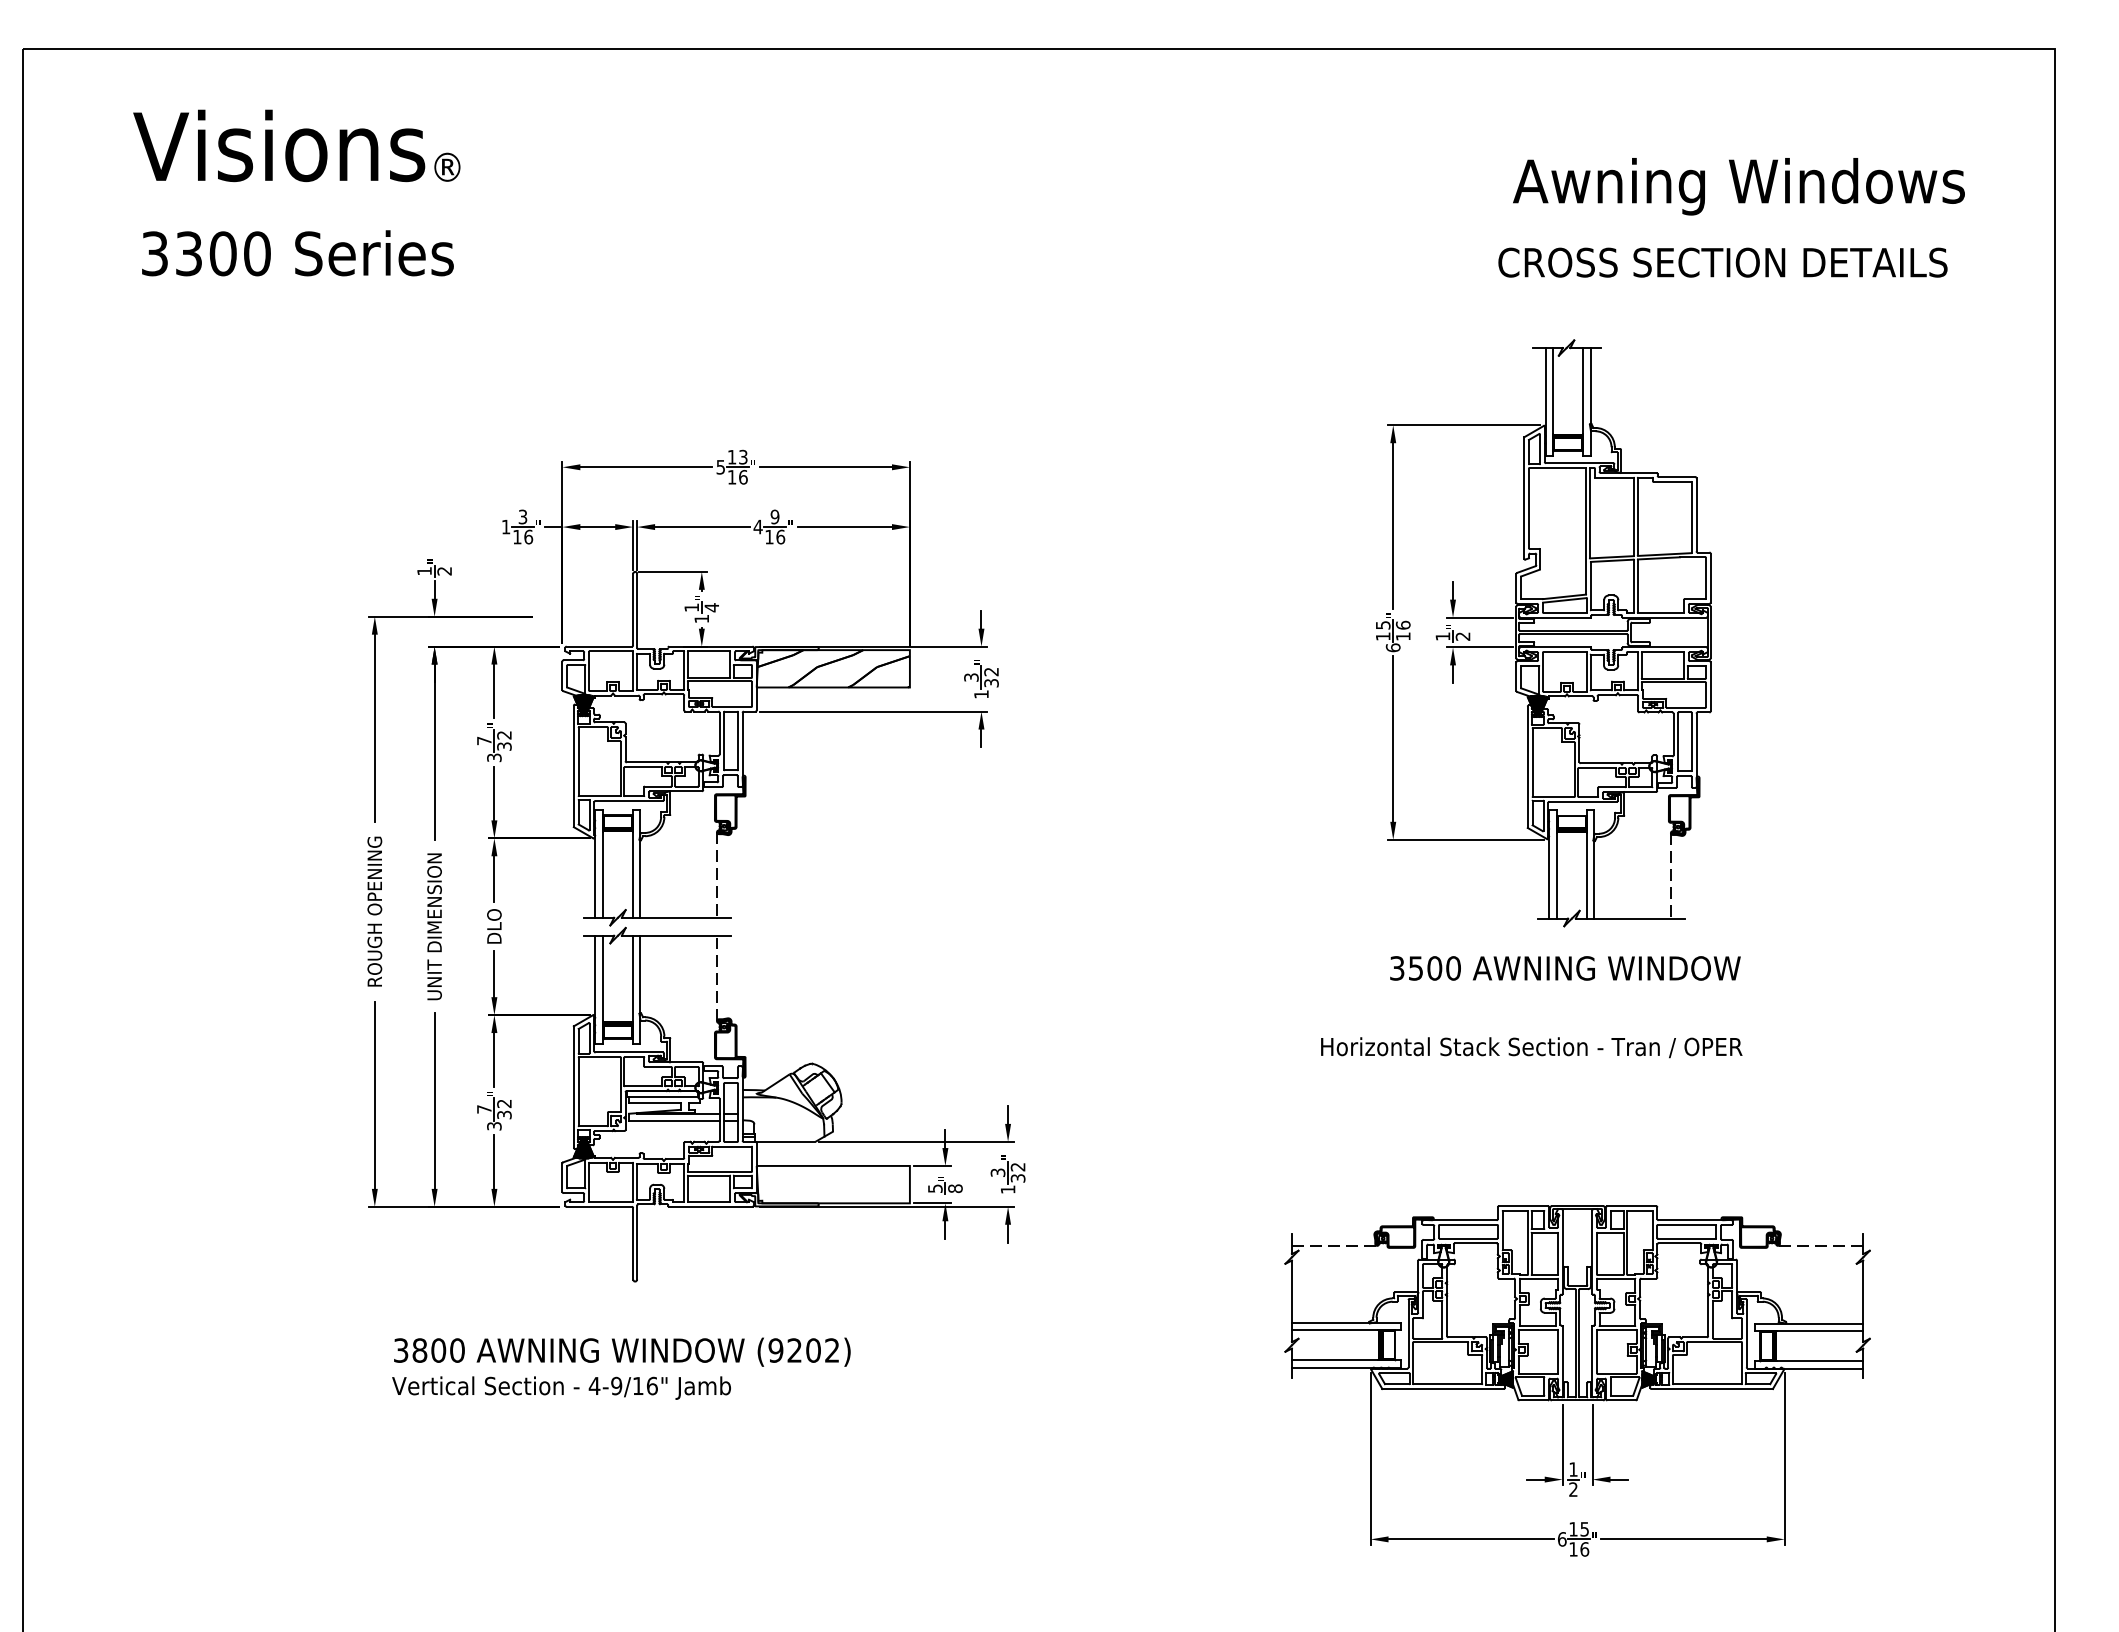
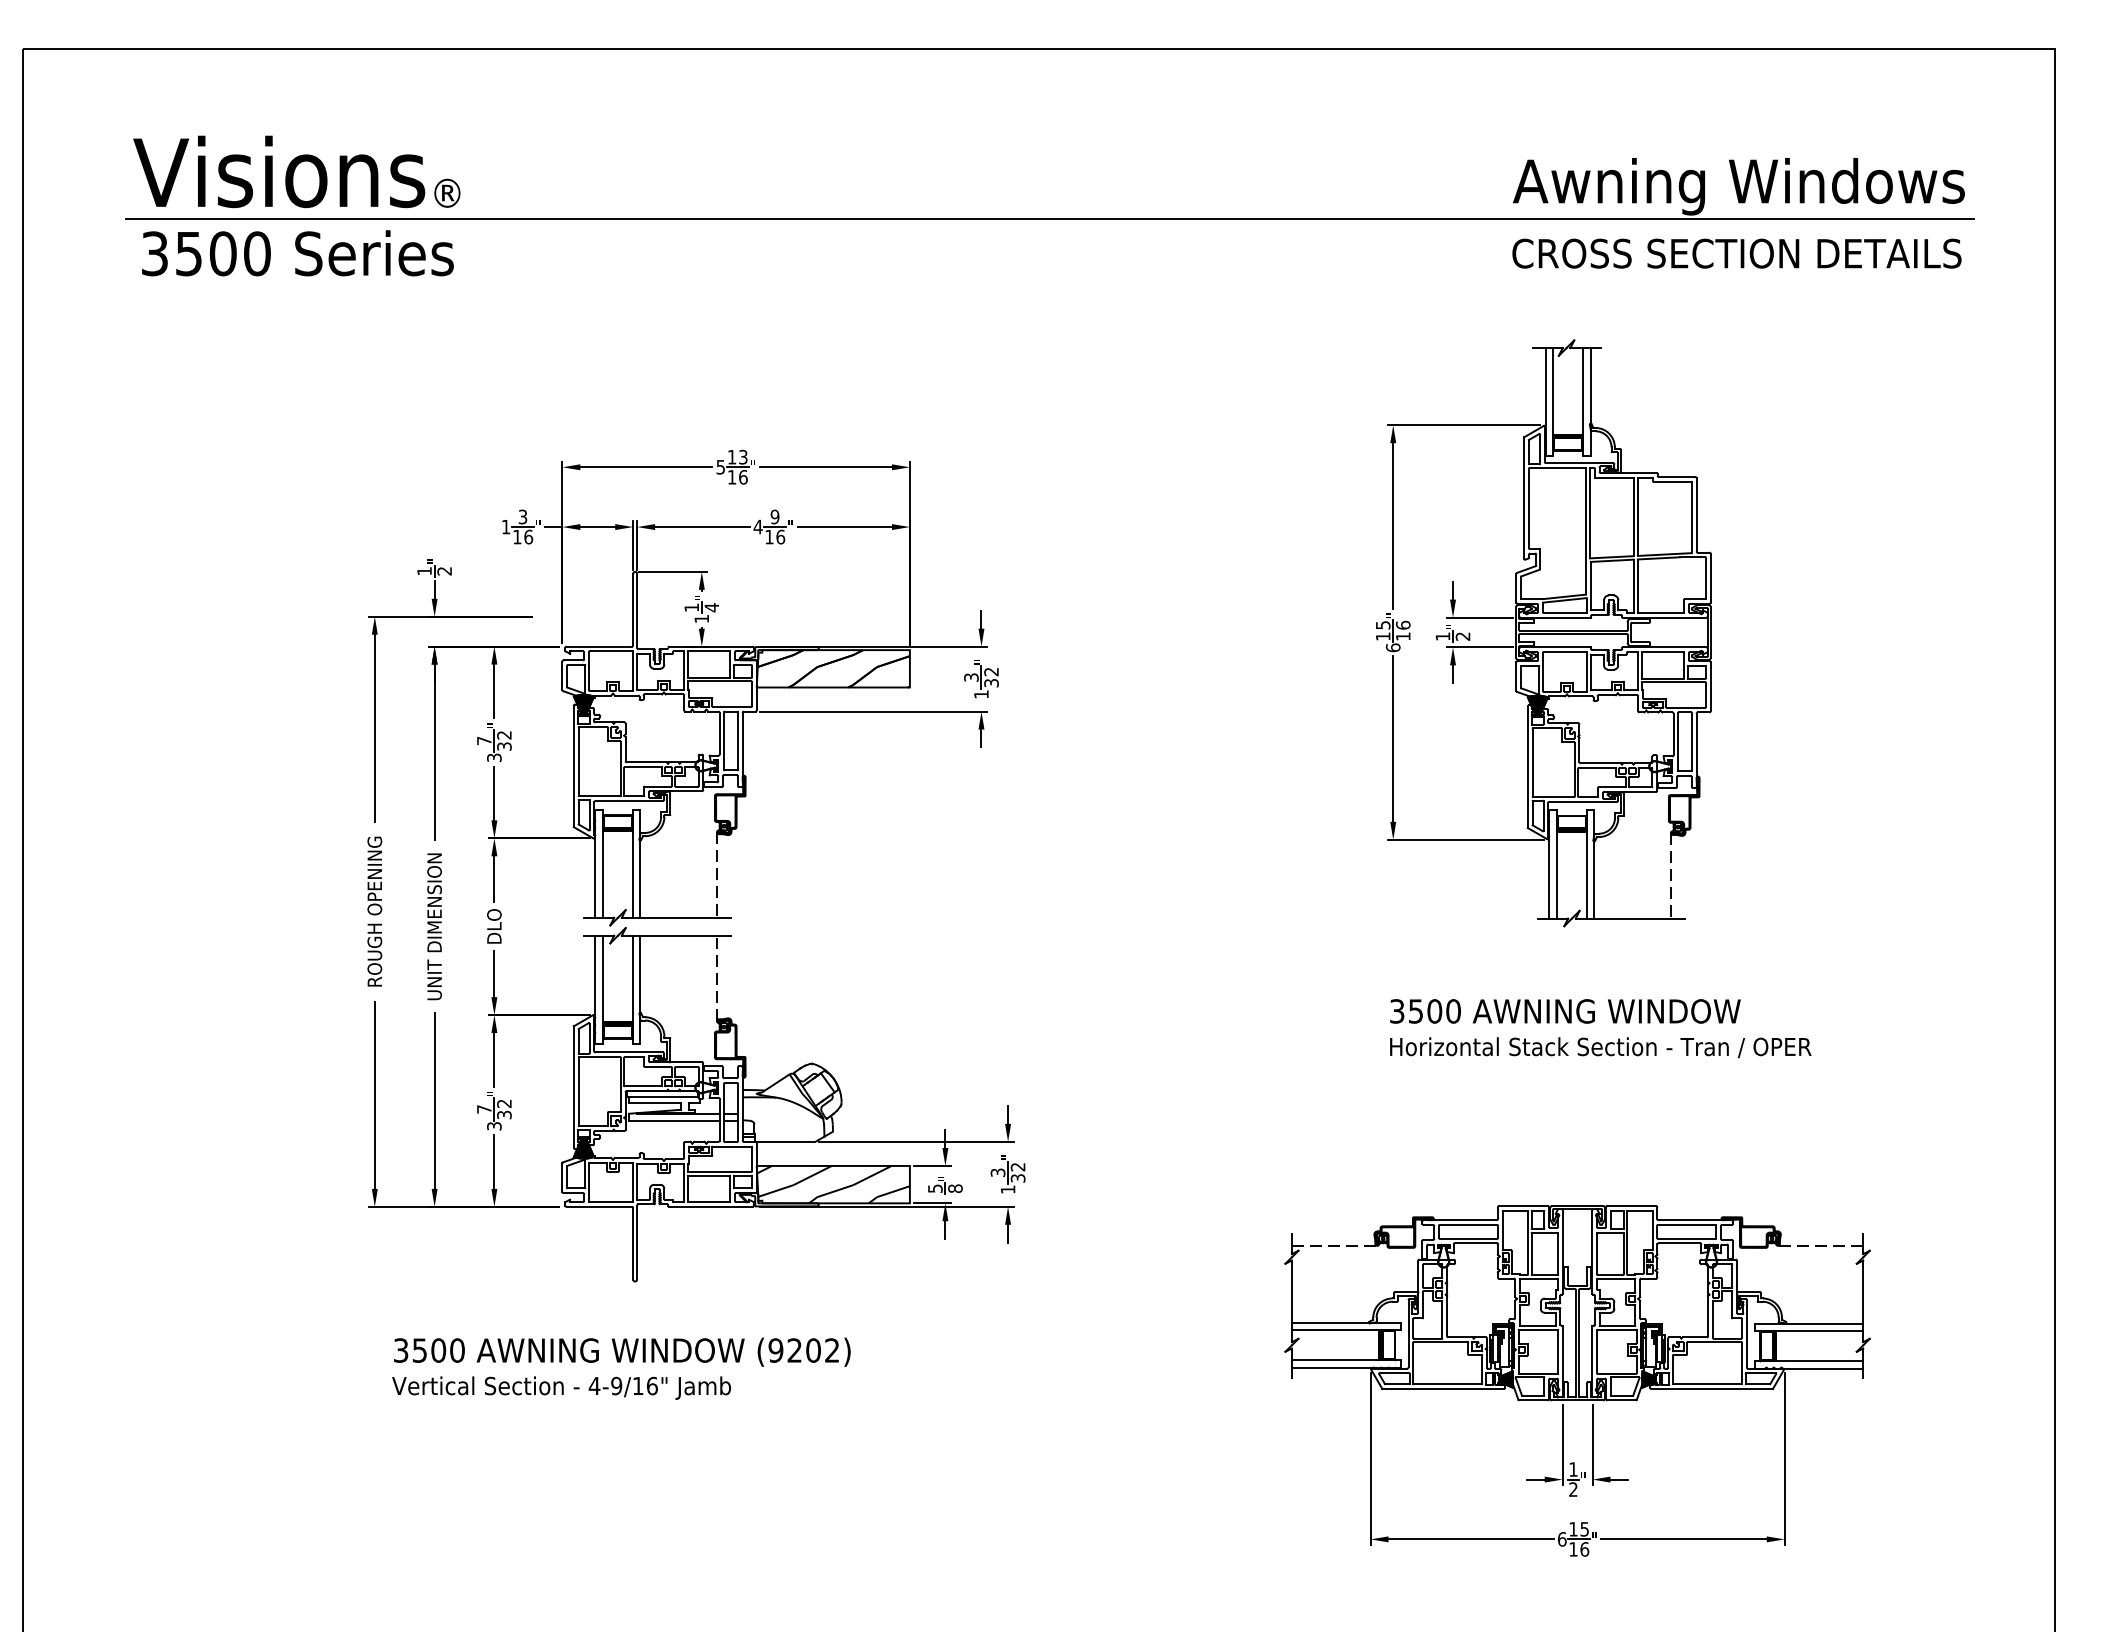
text at (296, 145) position: (296, 145) -> (296, 171)
line at (1049, 219): none -> present
text at (188, 253): 3300 -> 3500
text at (1722, 262) position: (1722, 262) -> (1736, 253)
text at (1565, 968) position: (1565, 968) -> (1565, 1011)
text at (1531, 1047) position: (1531, 1047) -> (1600, 1047)
hatch at (833, 1184): none -> present
text at (419, 1350): 3800 -> 3500
